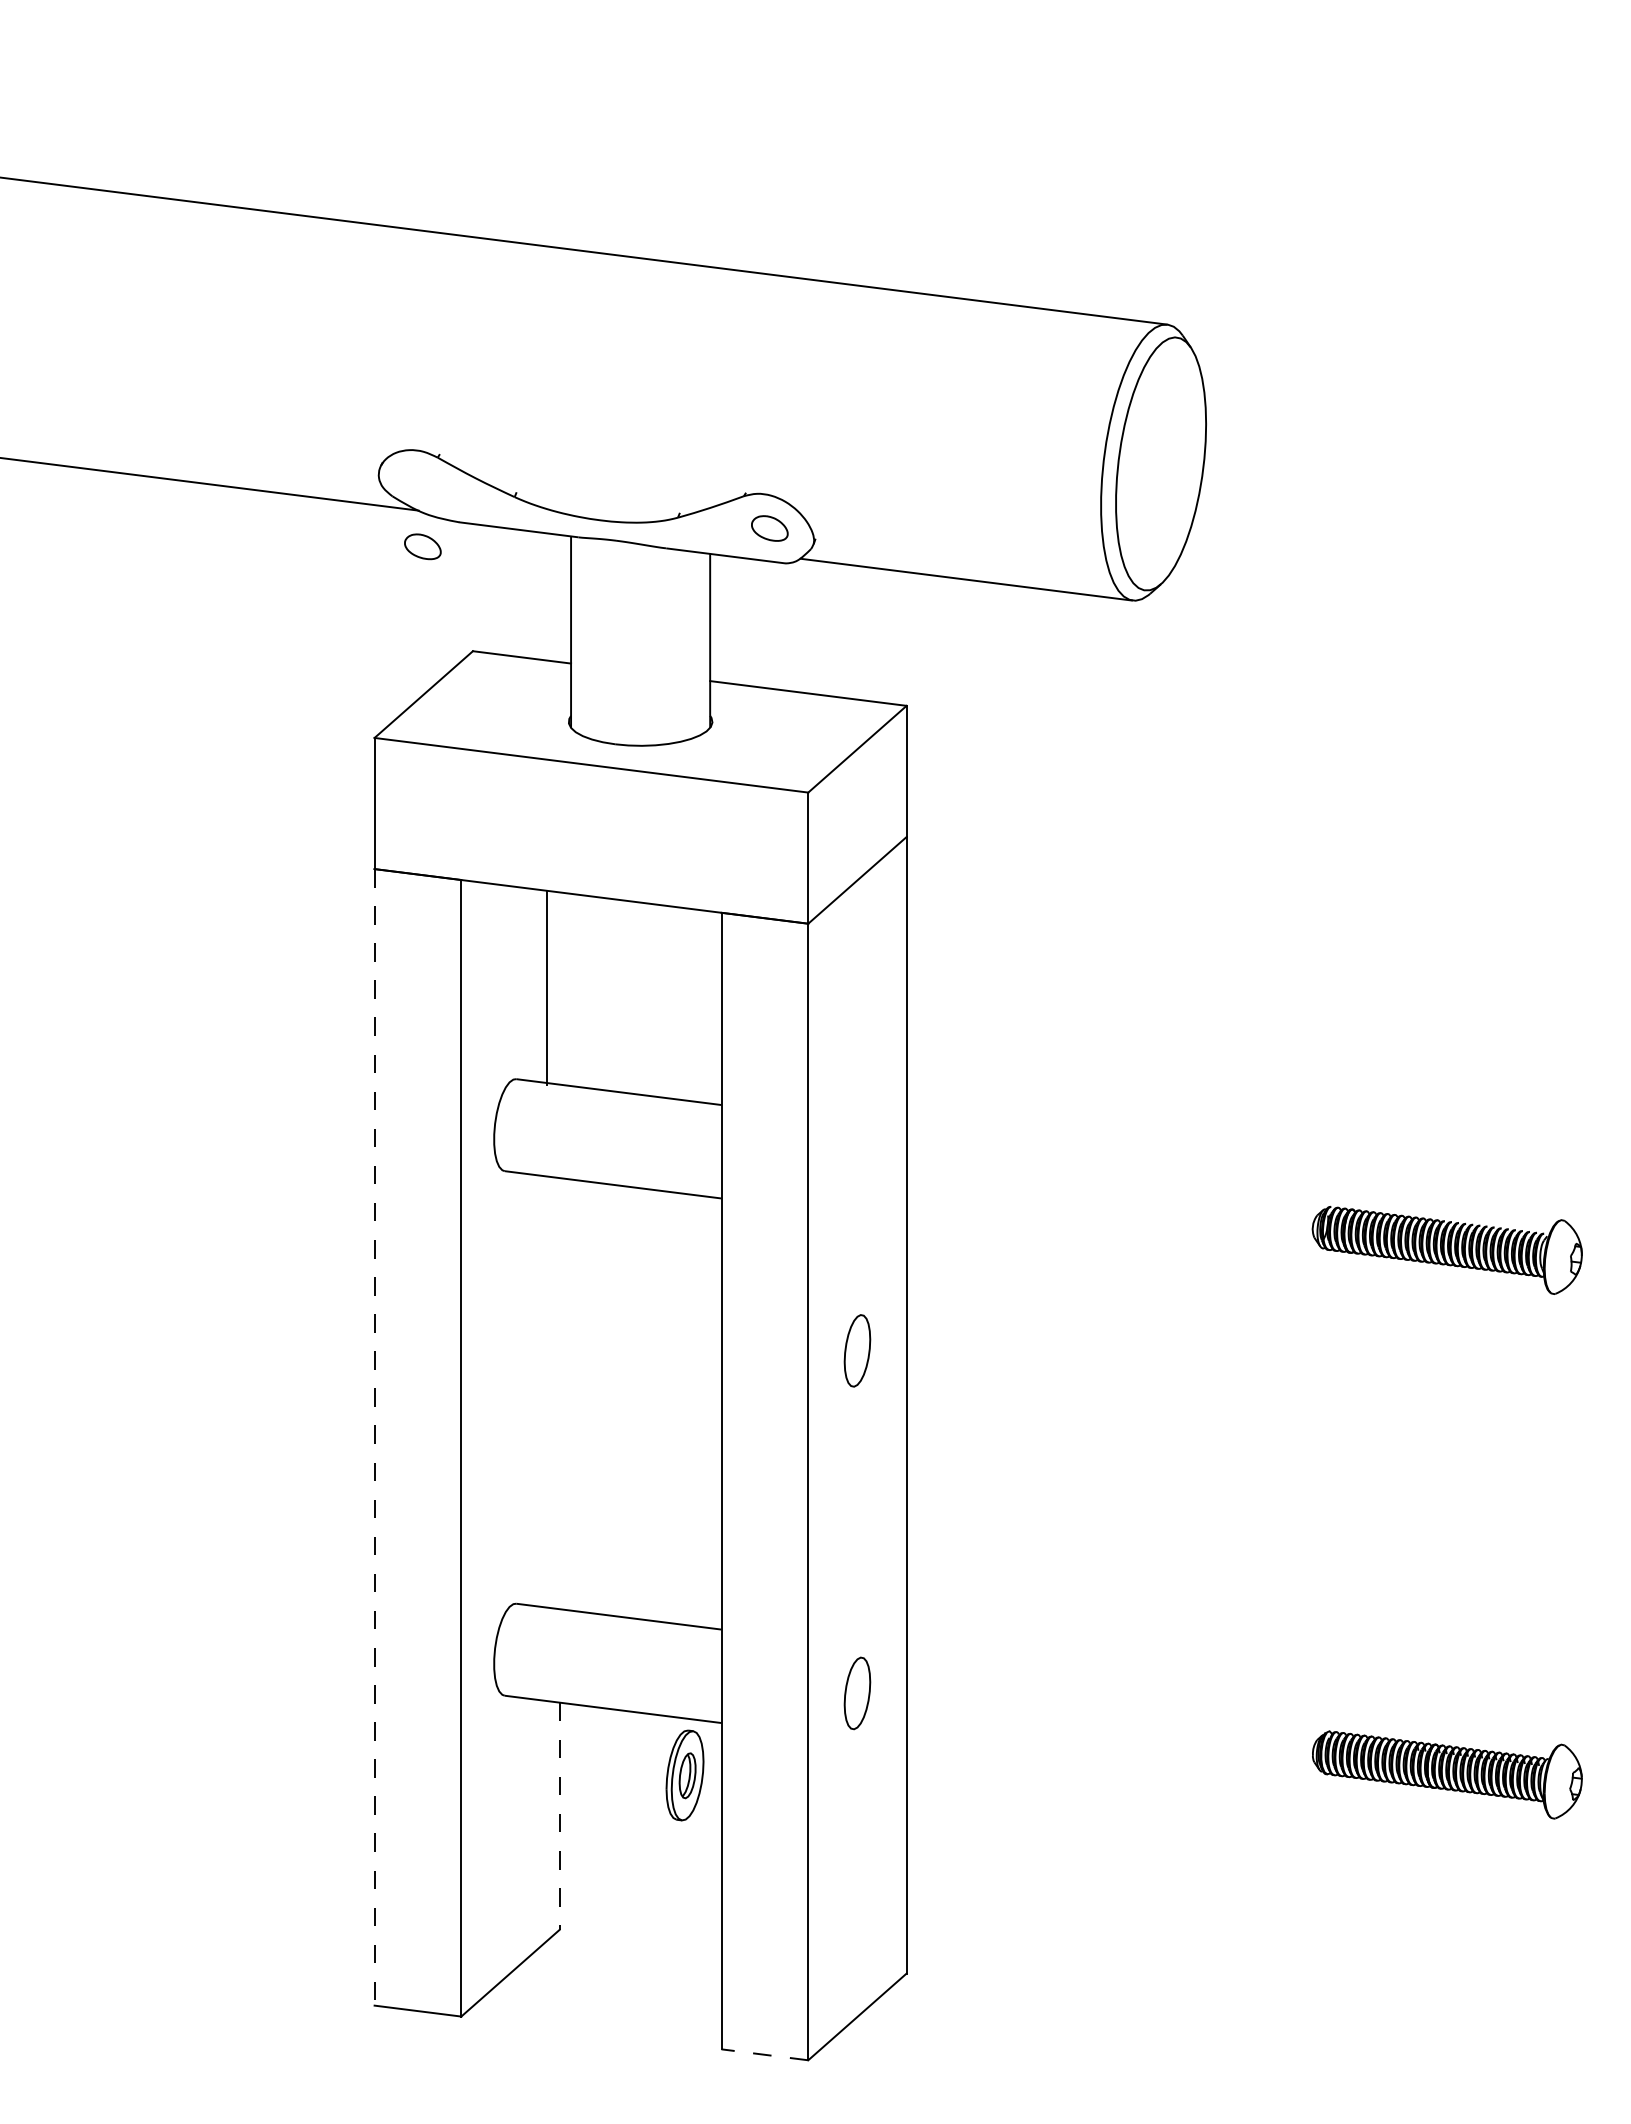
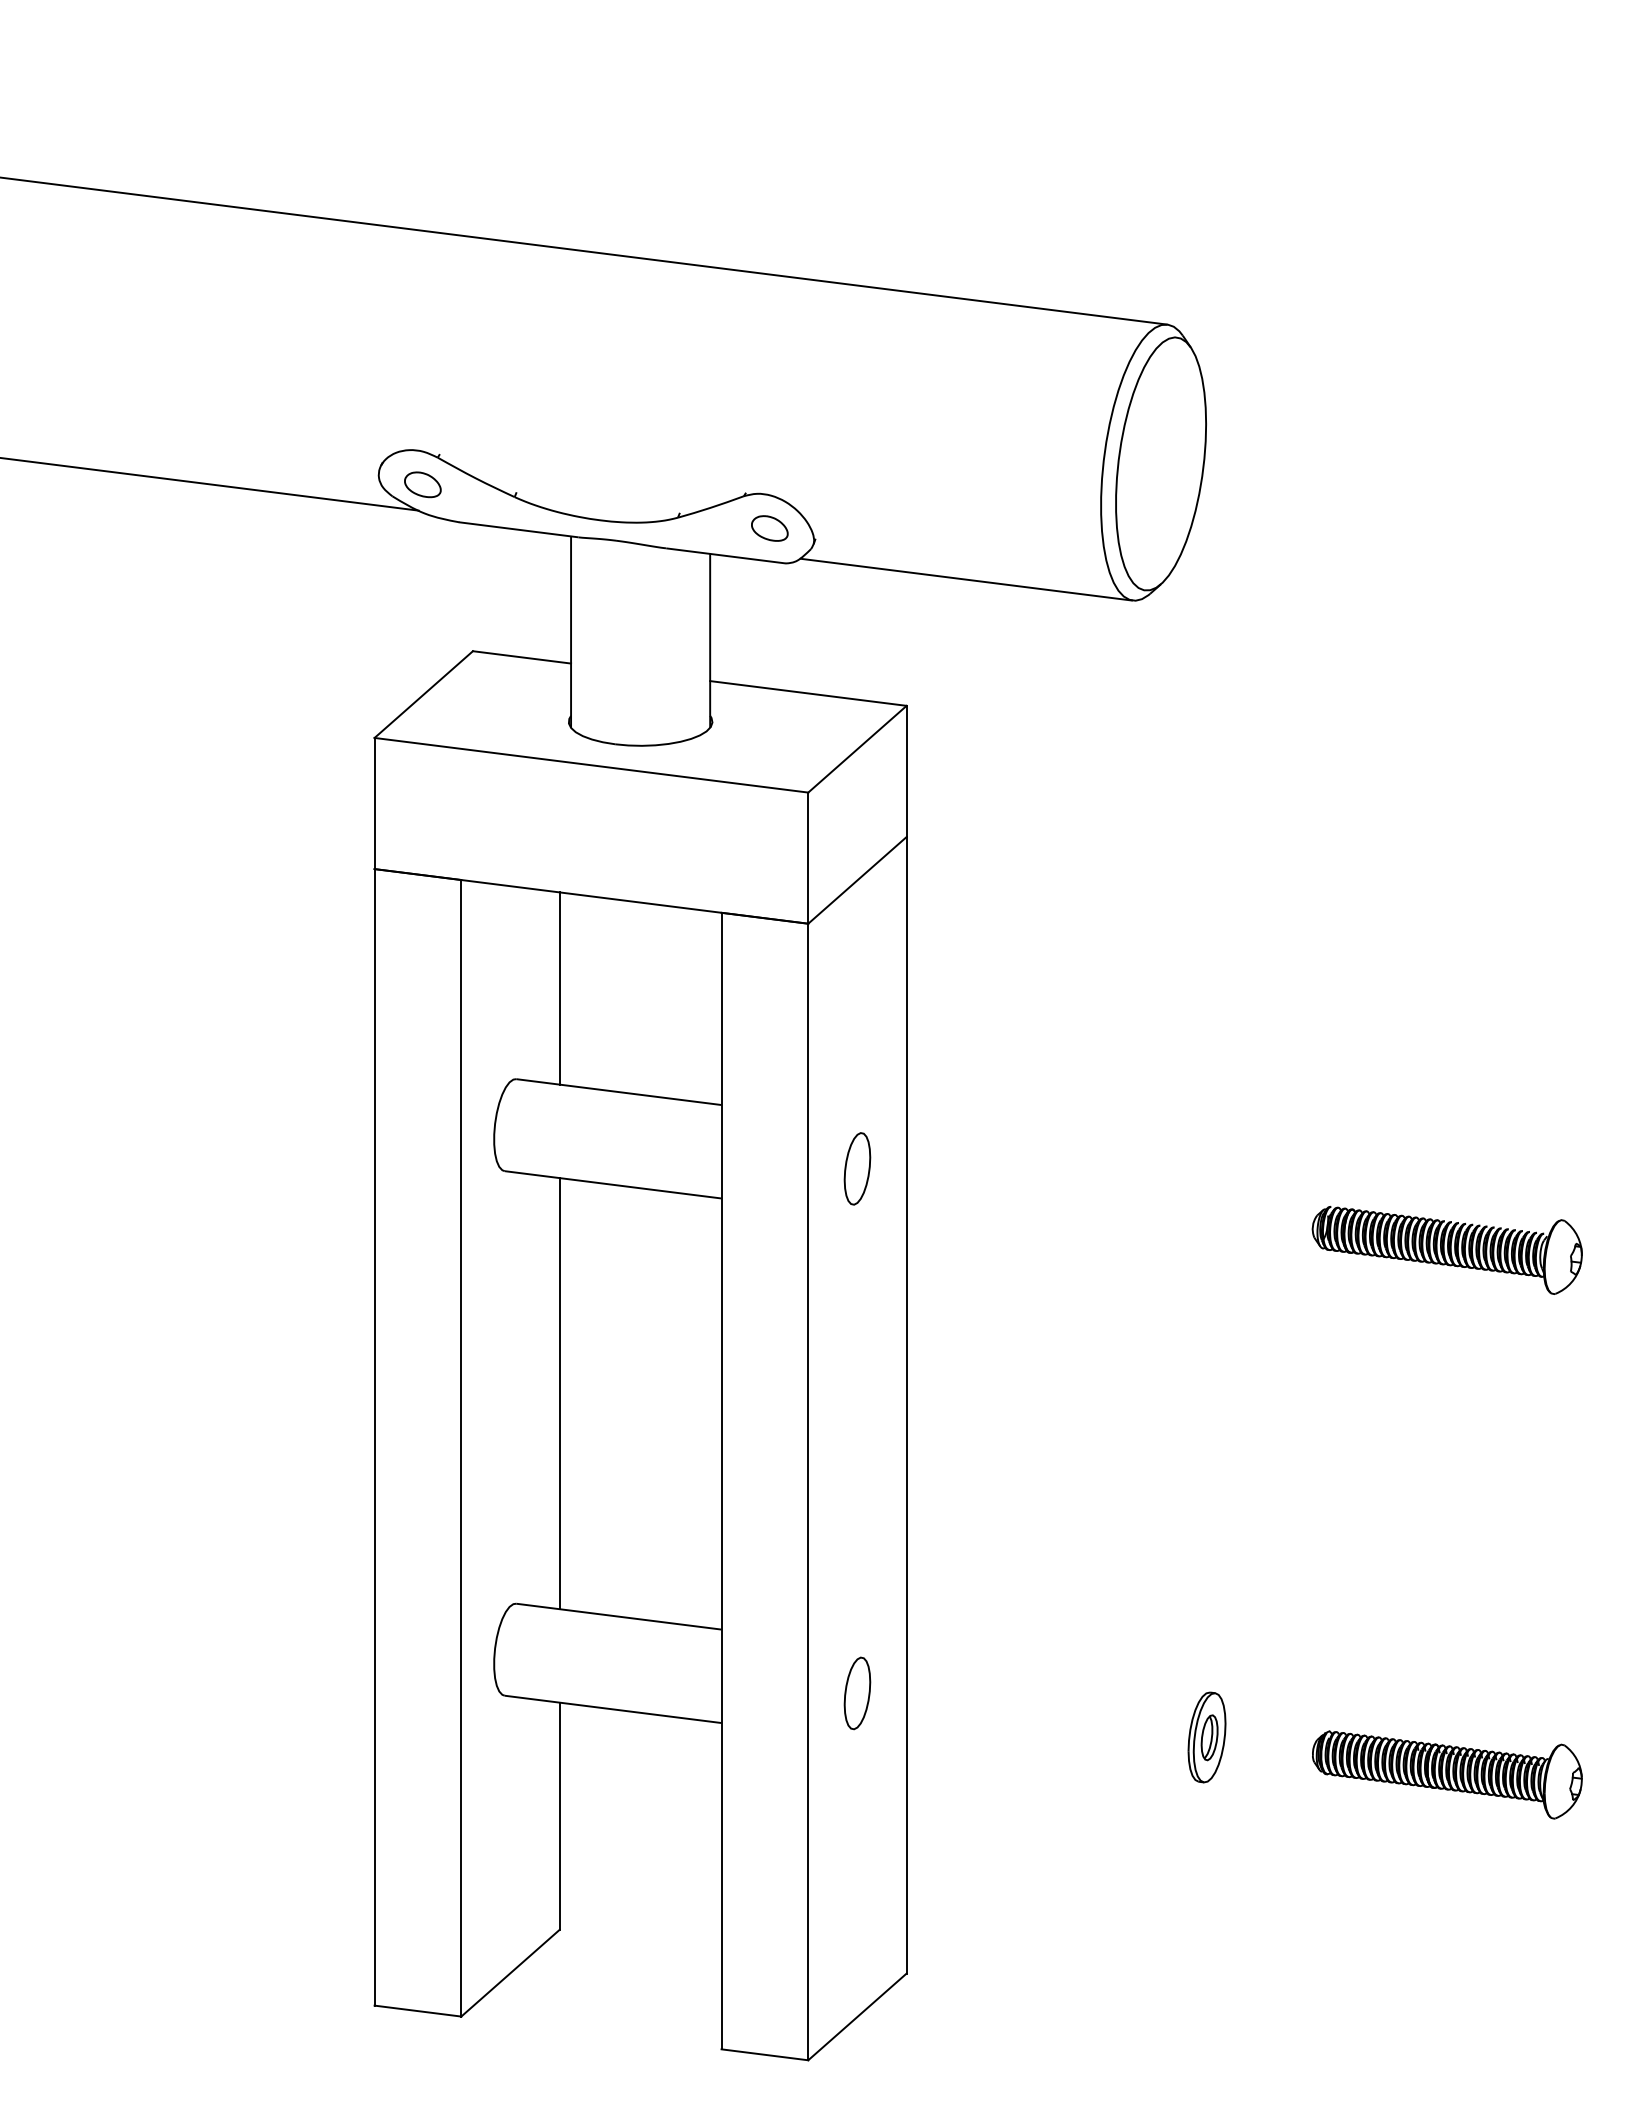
part at (422, 546) position: (422, 546) -> (422, 484)
line at (546, 988) position: (546, 988) -> (559, 988)
part at (857, 1350) position: (857, 1350) -> (857, 1168)
line at (559, 1393): none -> present
line at (374, 1437): dashed -> solid
part at (684, 1775) position: (684, 1775) -> (1206, 1737)
line at (559, 1816): dashed -> solid
line at (764, 2054): dashed -> solid
